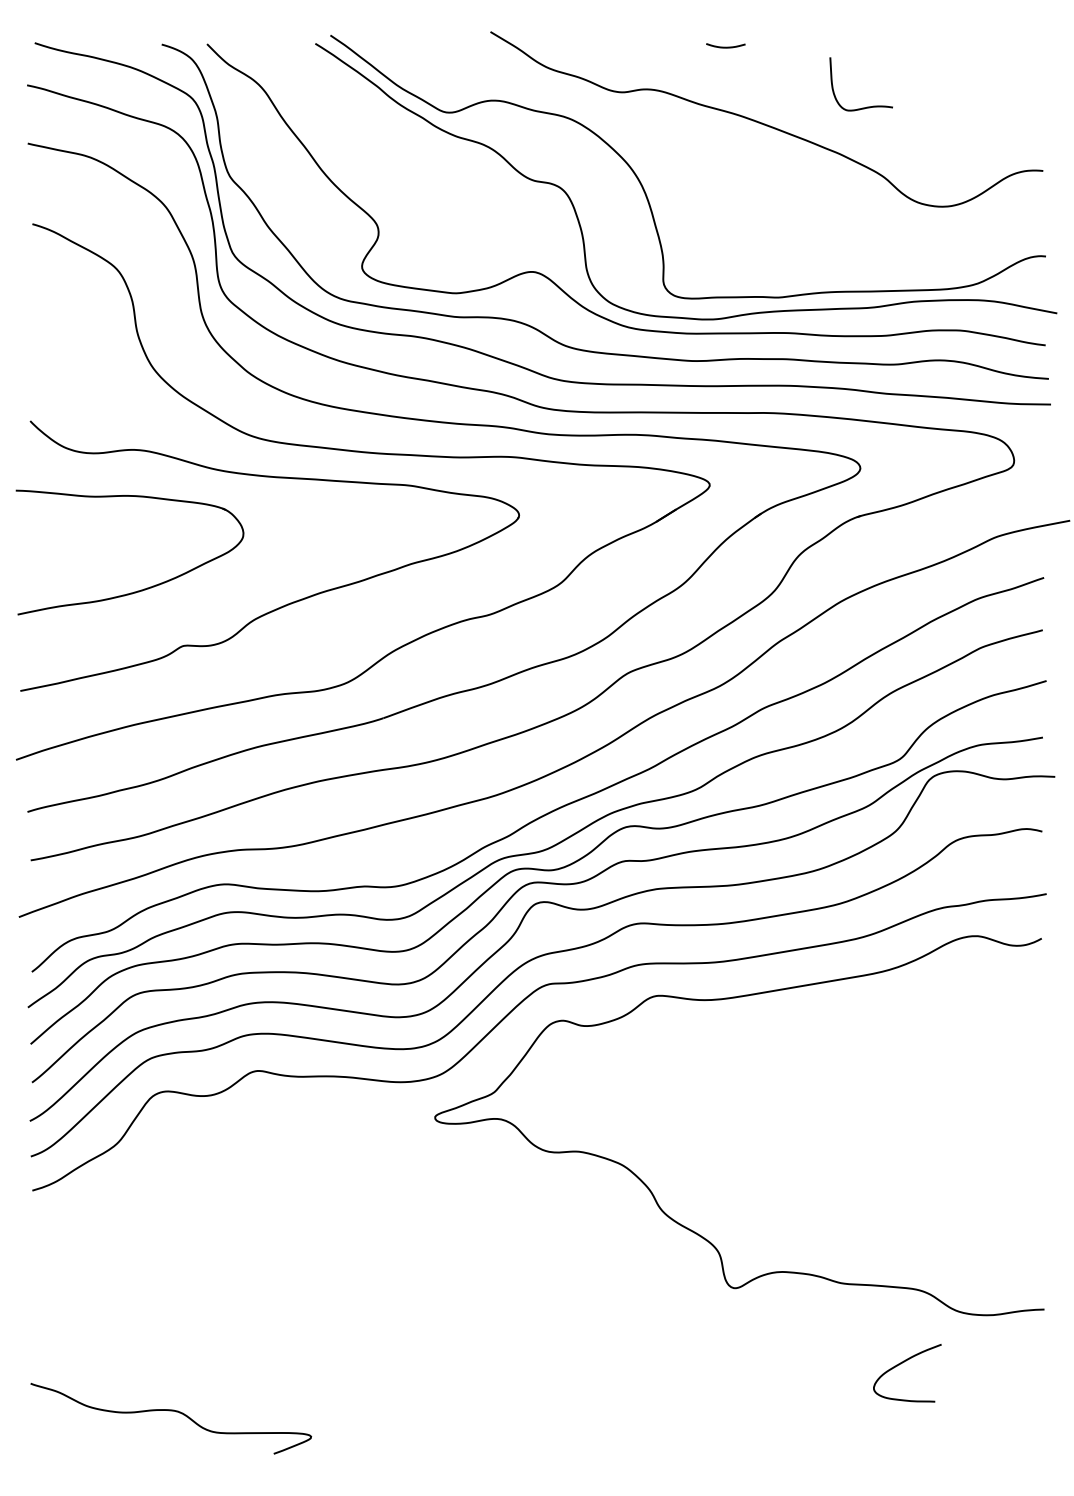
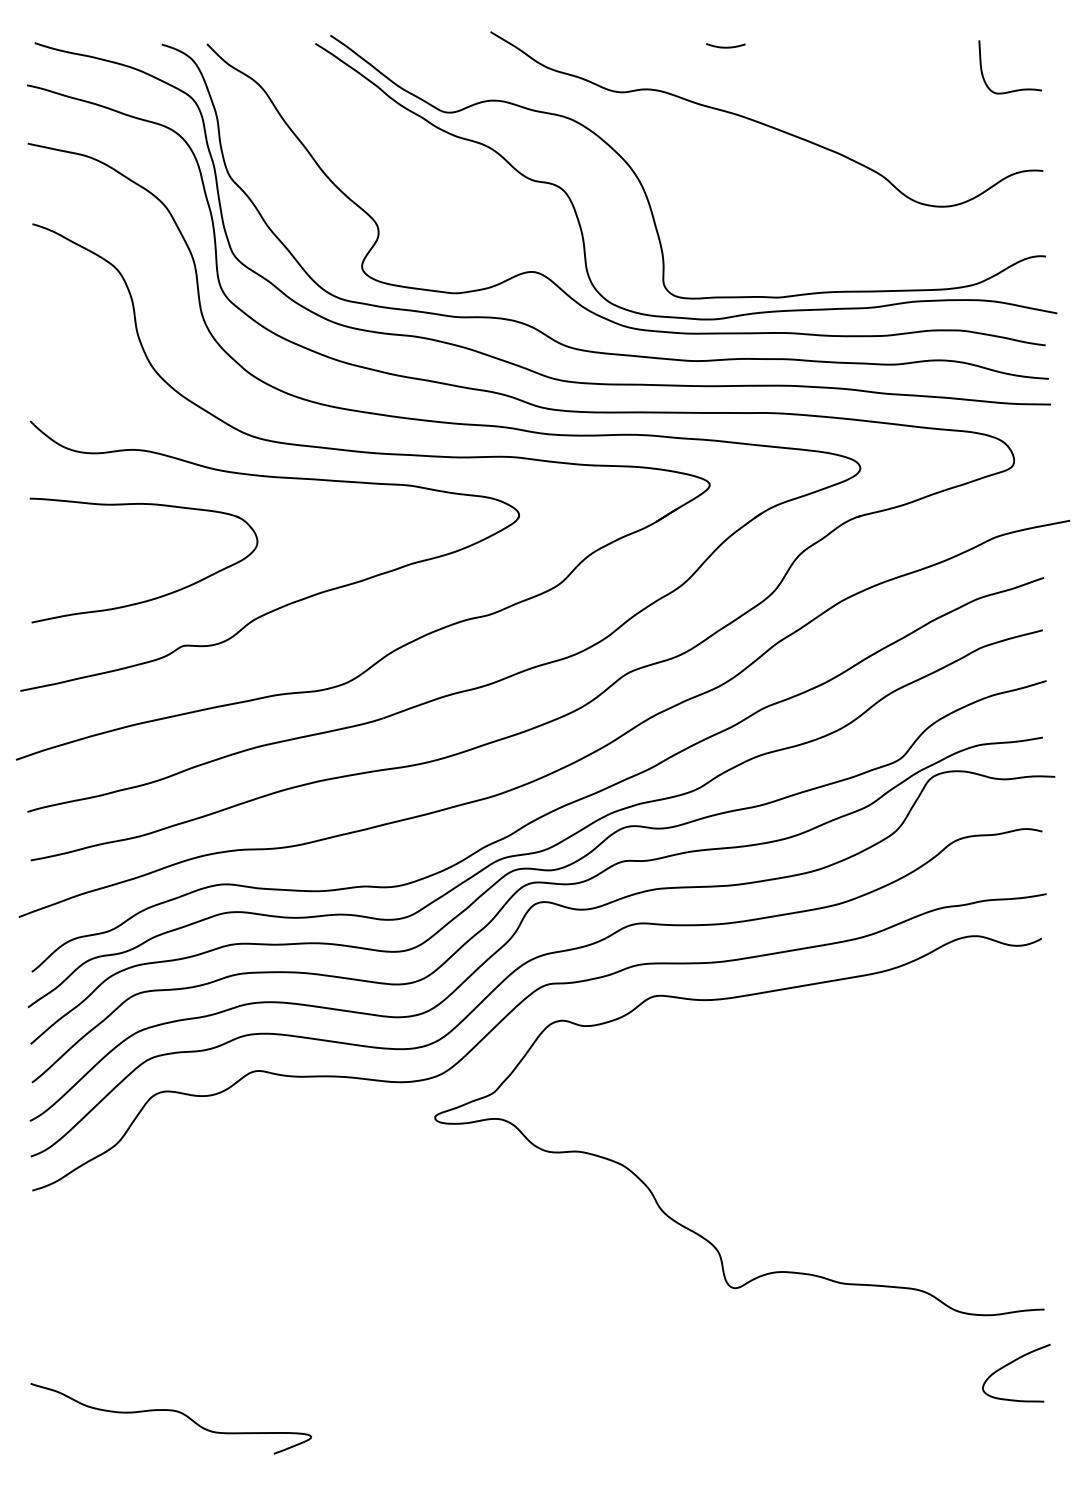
curve at (867, 106) position: (867, 106) -> (1016, 89)
part at (137, 590) position: (137, 590) -> (151, 598)
curve at (901, 1364) position: (901, 1364) -> (1010, 1364)
